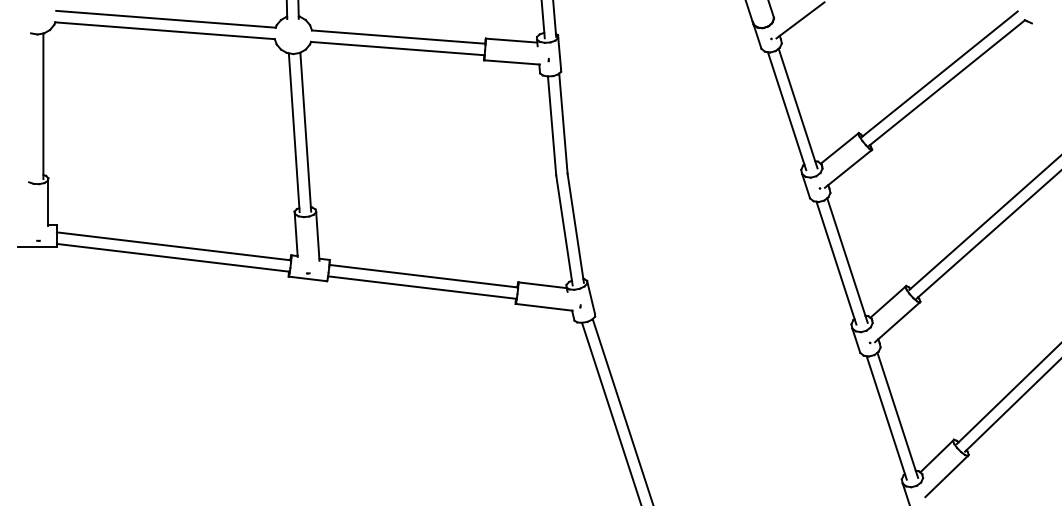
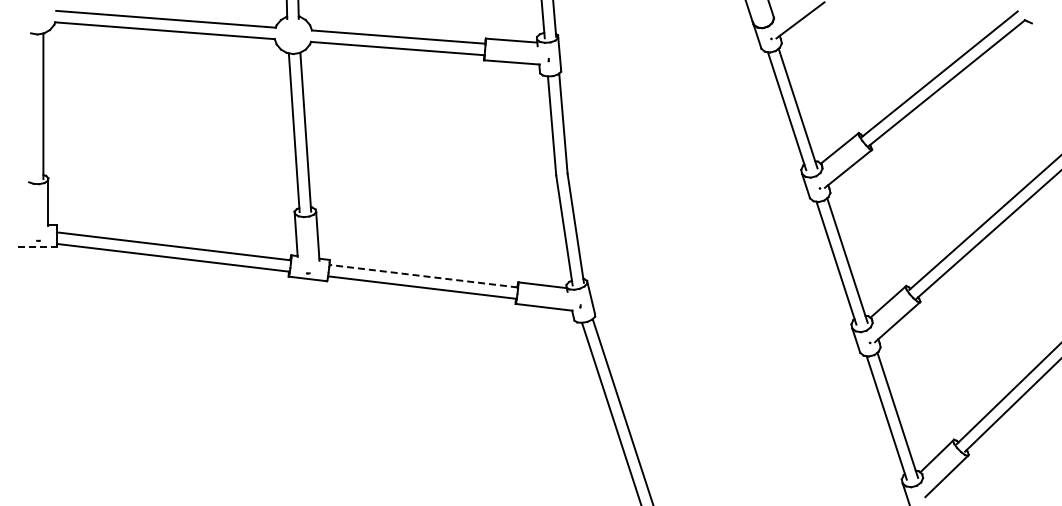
line at (38, 246): solid -> dashed
line at (423, 276): solid -> dashed
